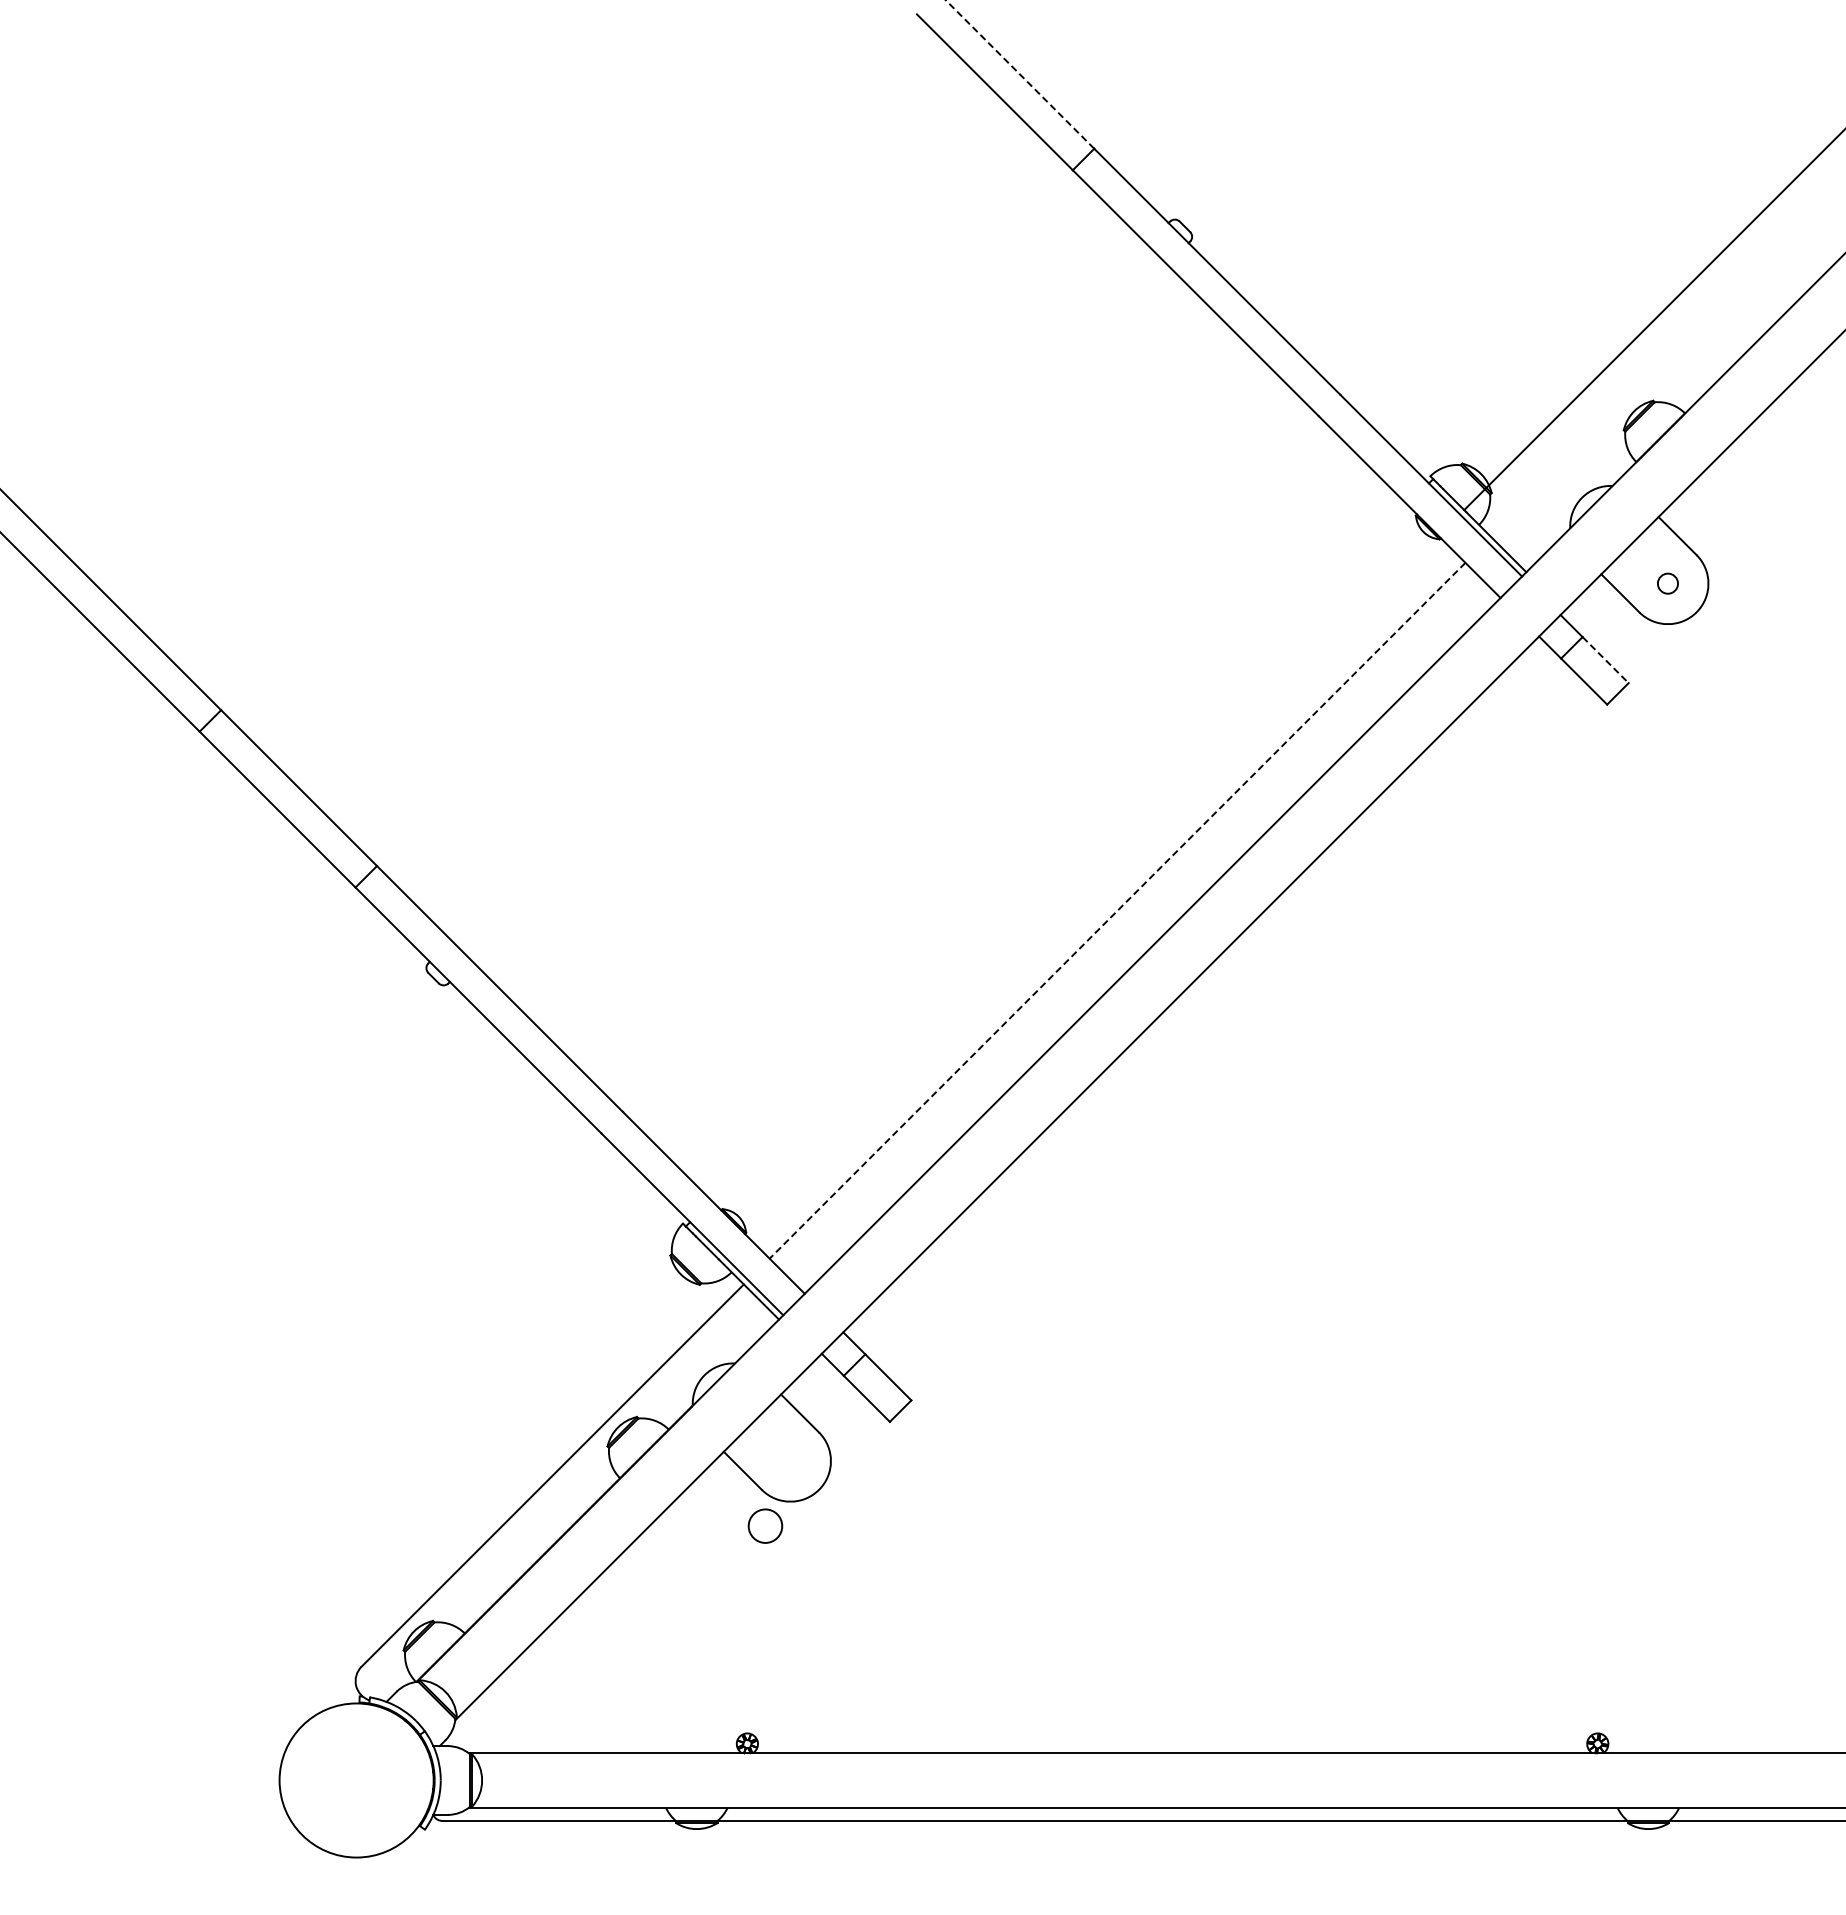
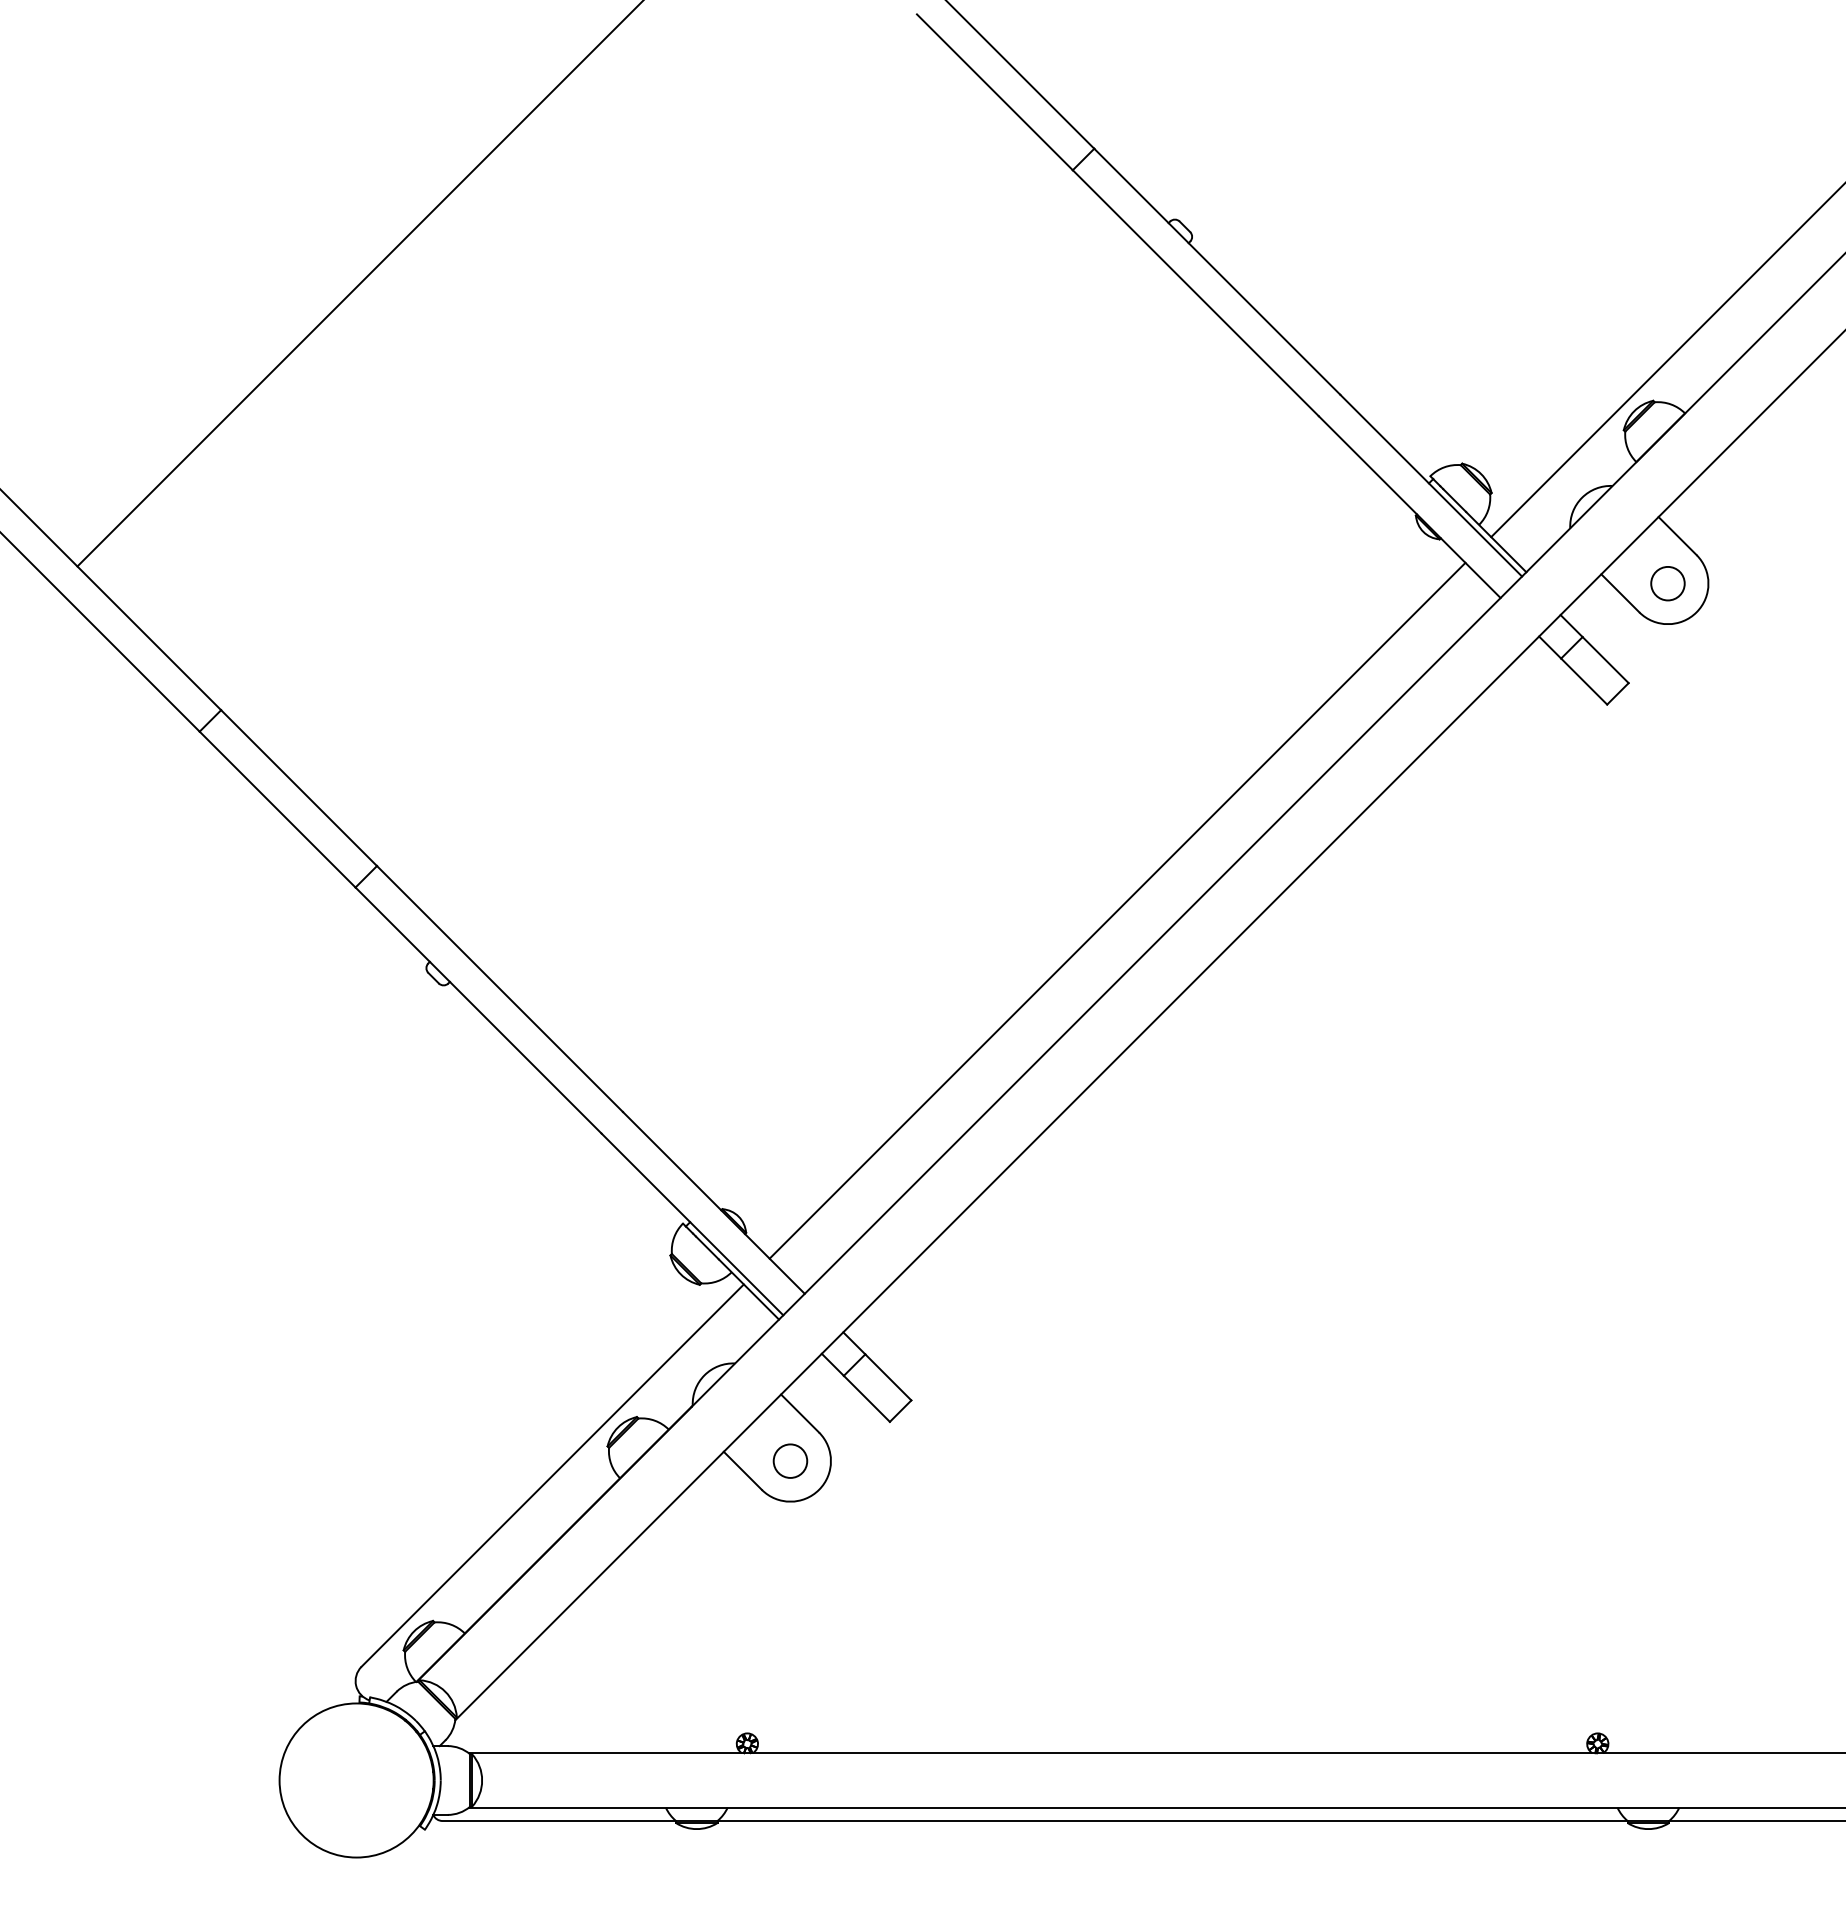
line at (1020, 74): dashed -> solid
line at (359, 284): none -> present
line at (1653, 320) position: (1653, 320) -> (1666, 361)
circle at (1667, 583) diameter: 20 px -> 34 px
line at (1605, 660): dashed -> solid
line at (1117, 911): dashed -> solid
circle at (765, 1525) position: (765, 1525) -> (790, 1460)
